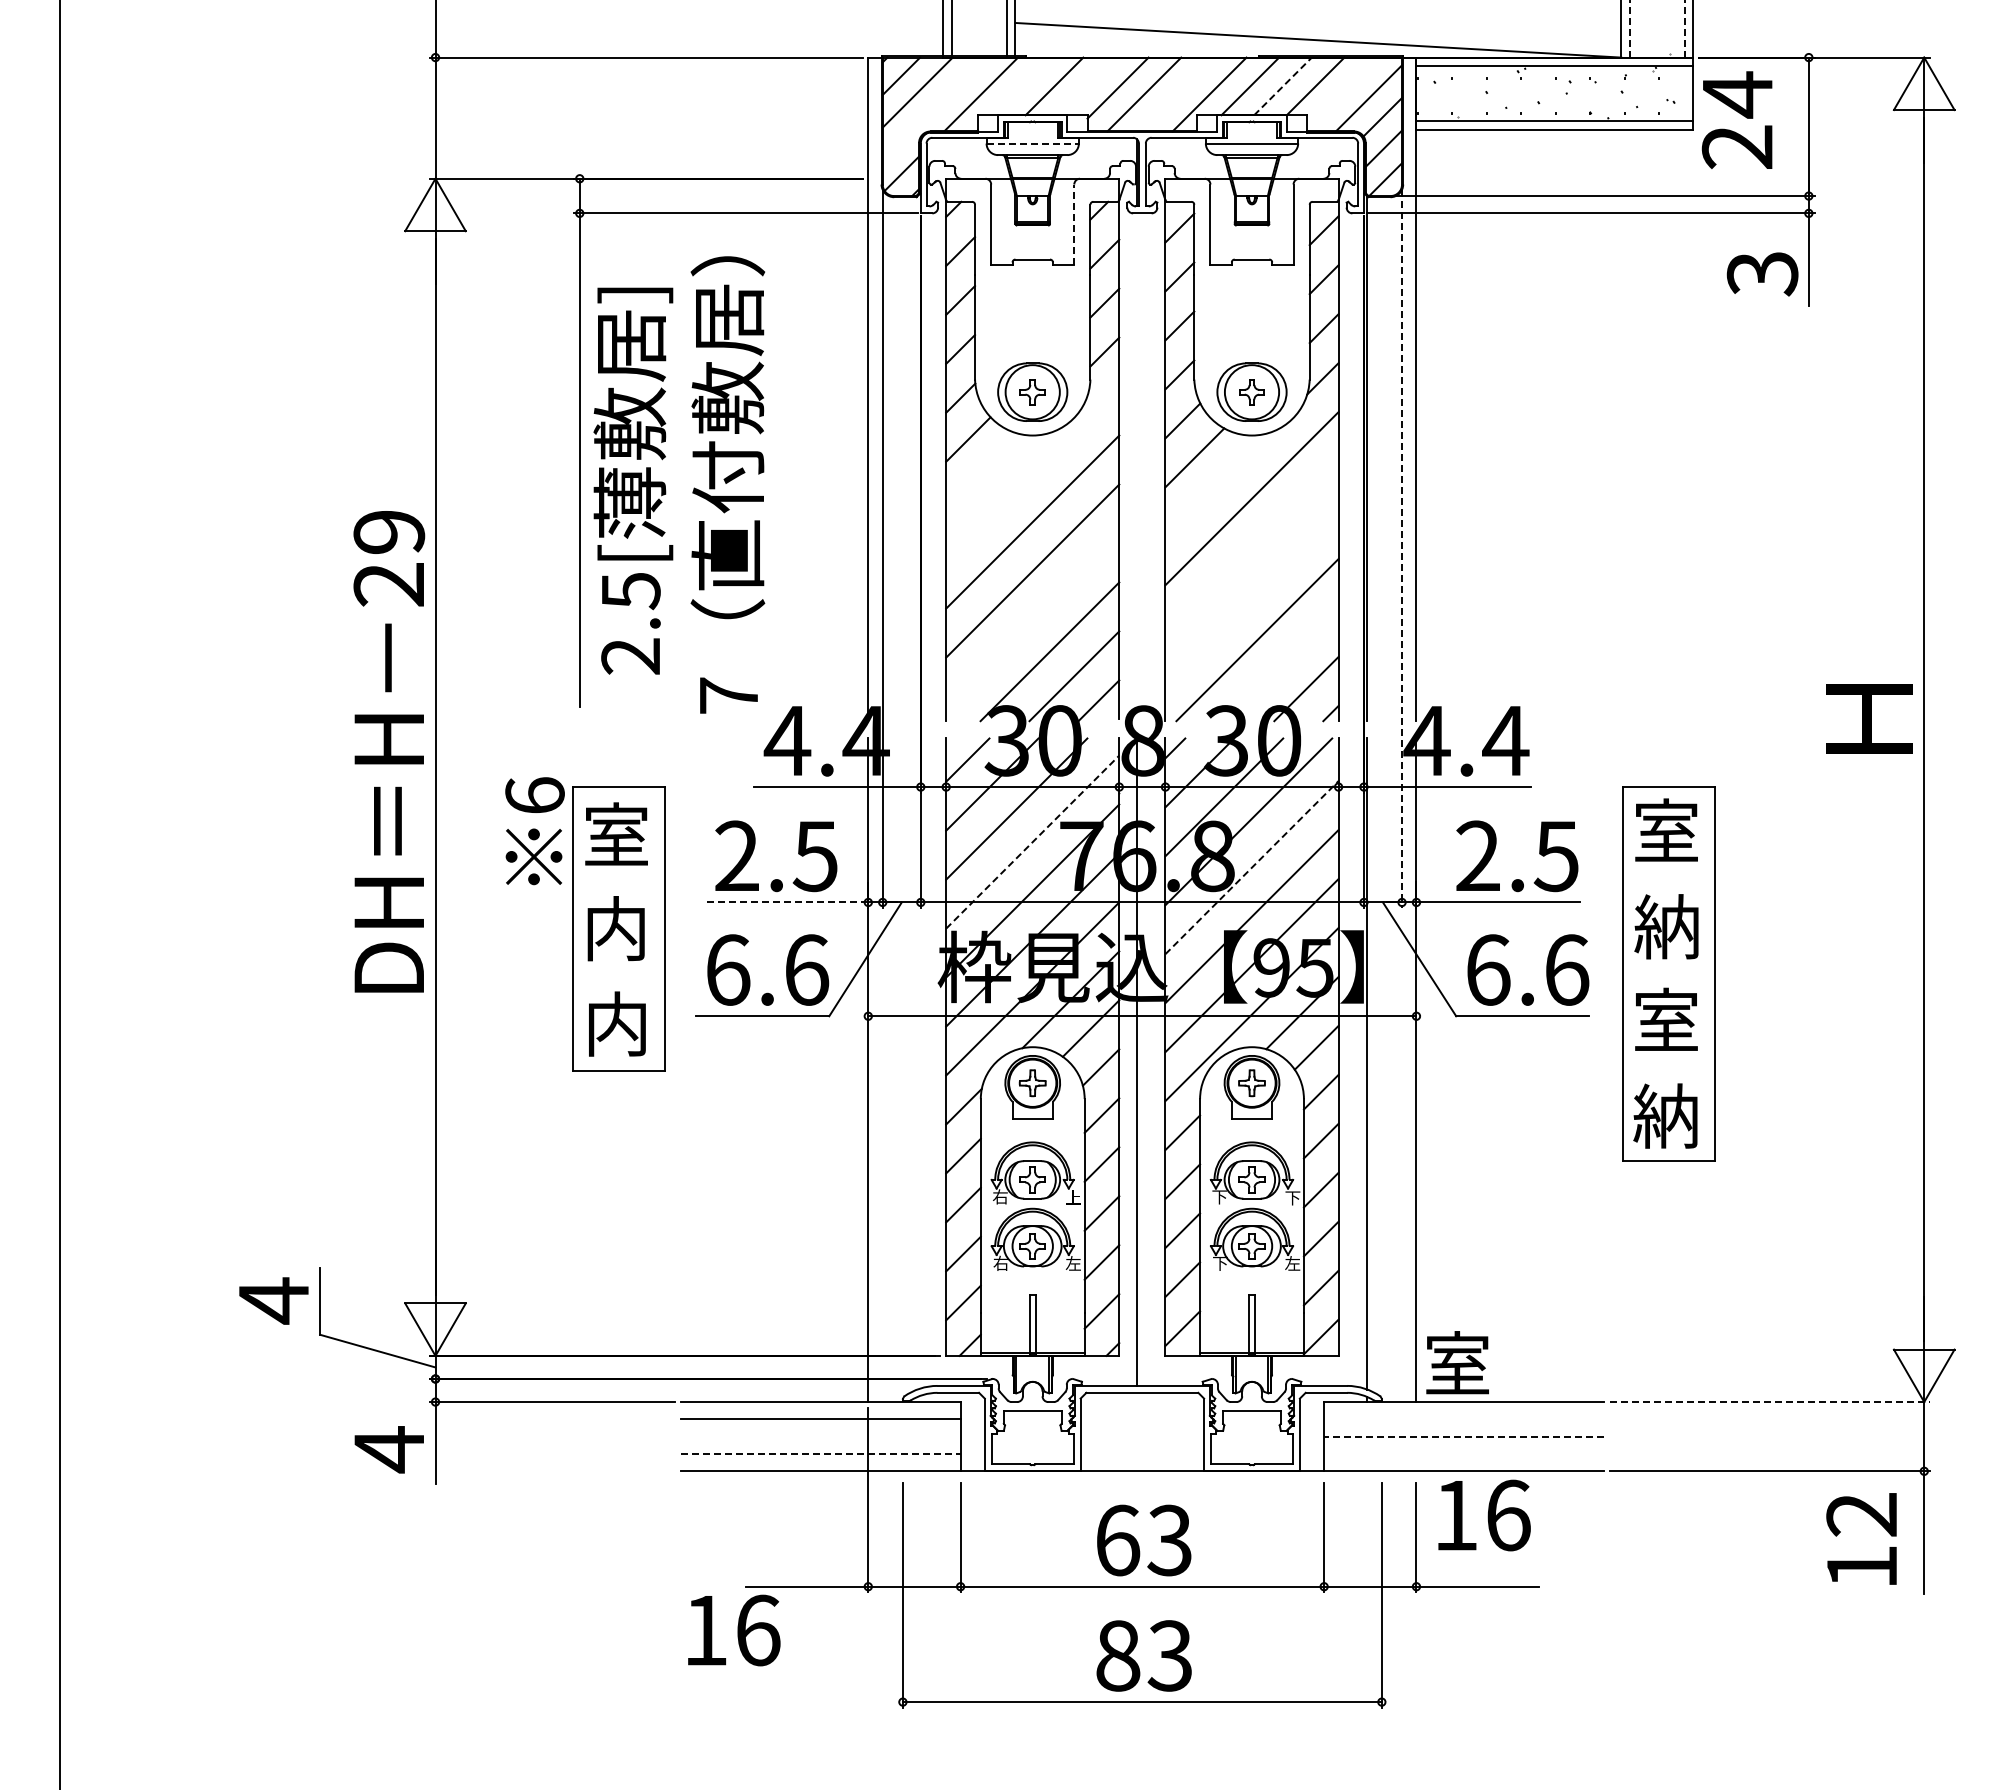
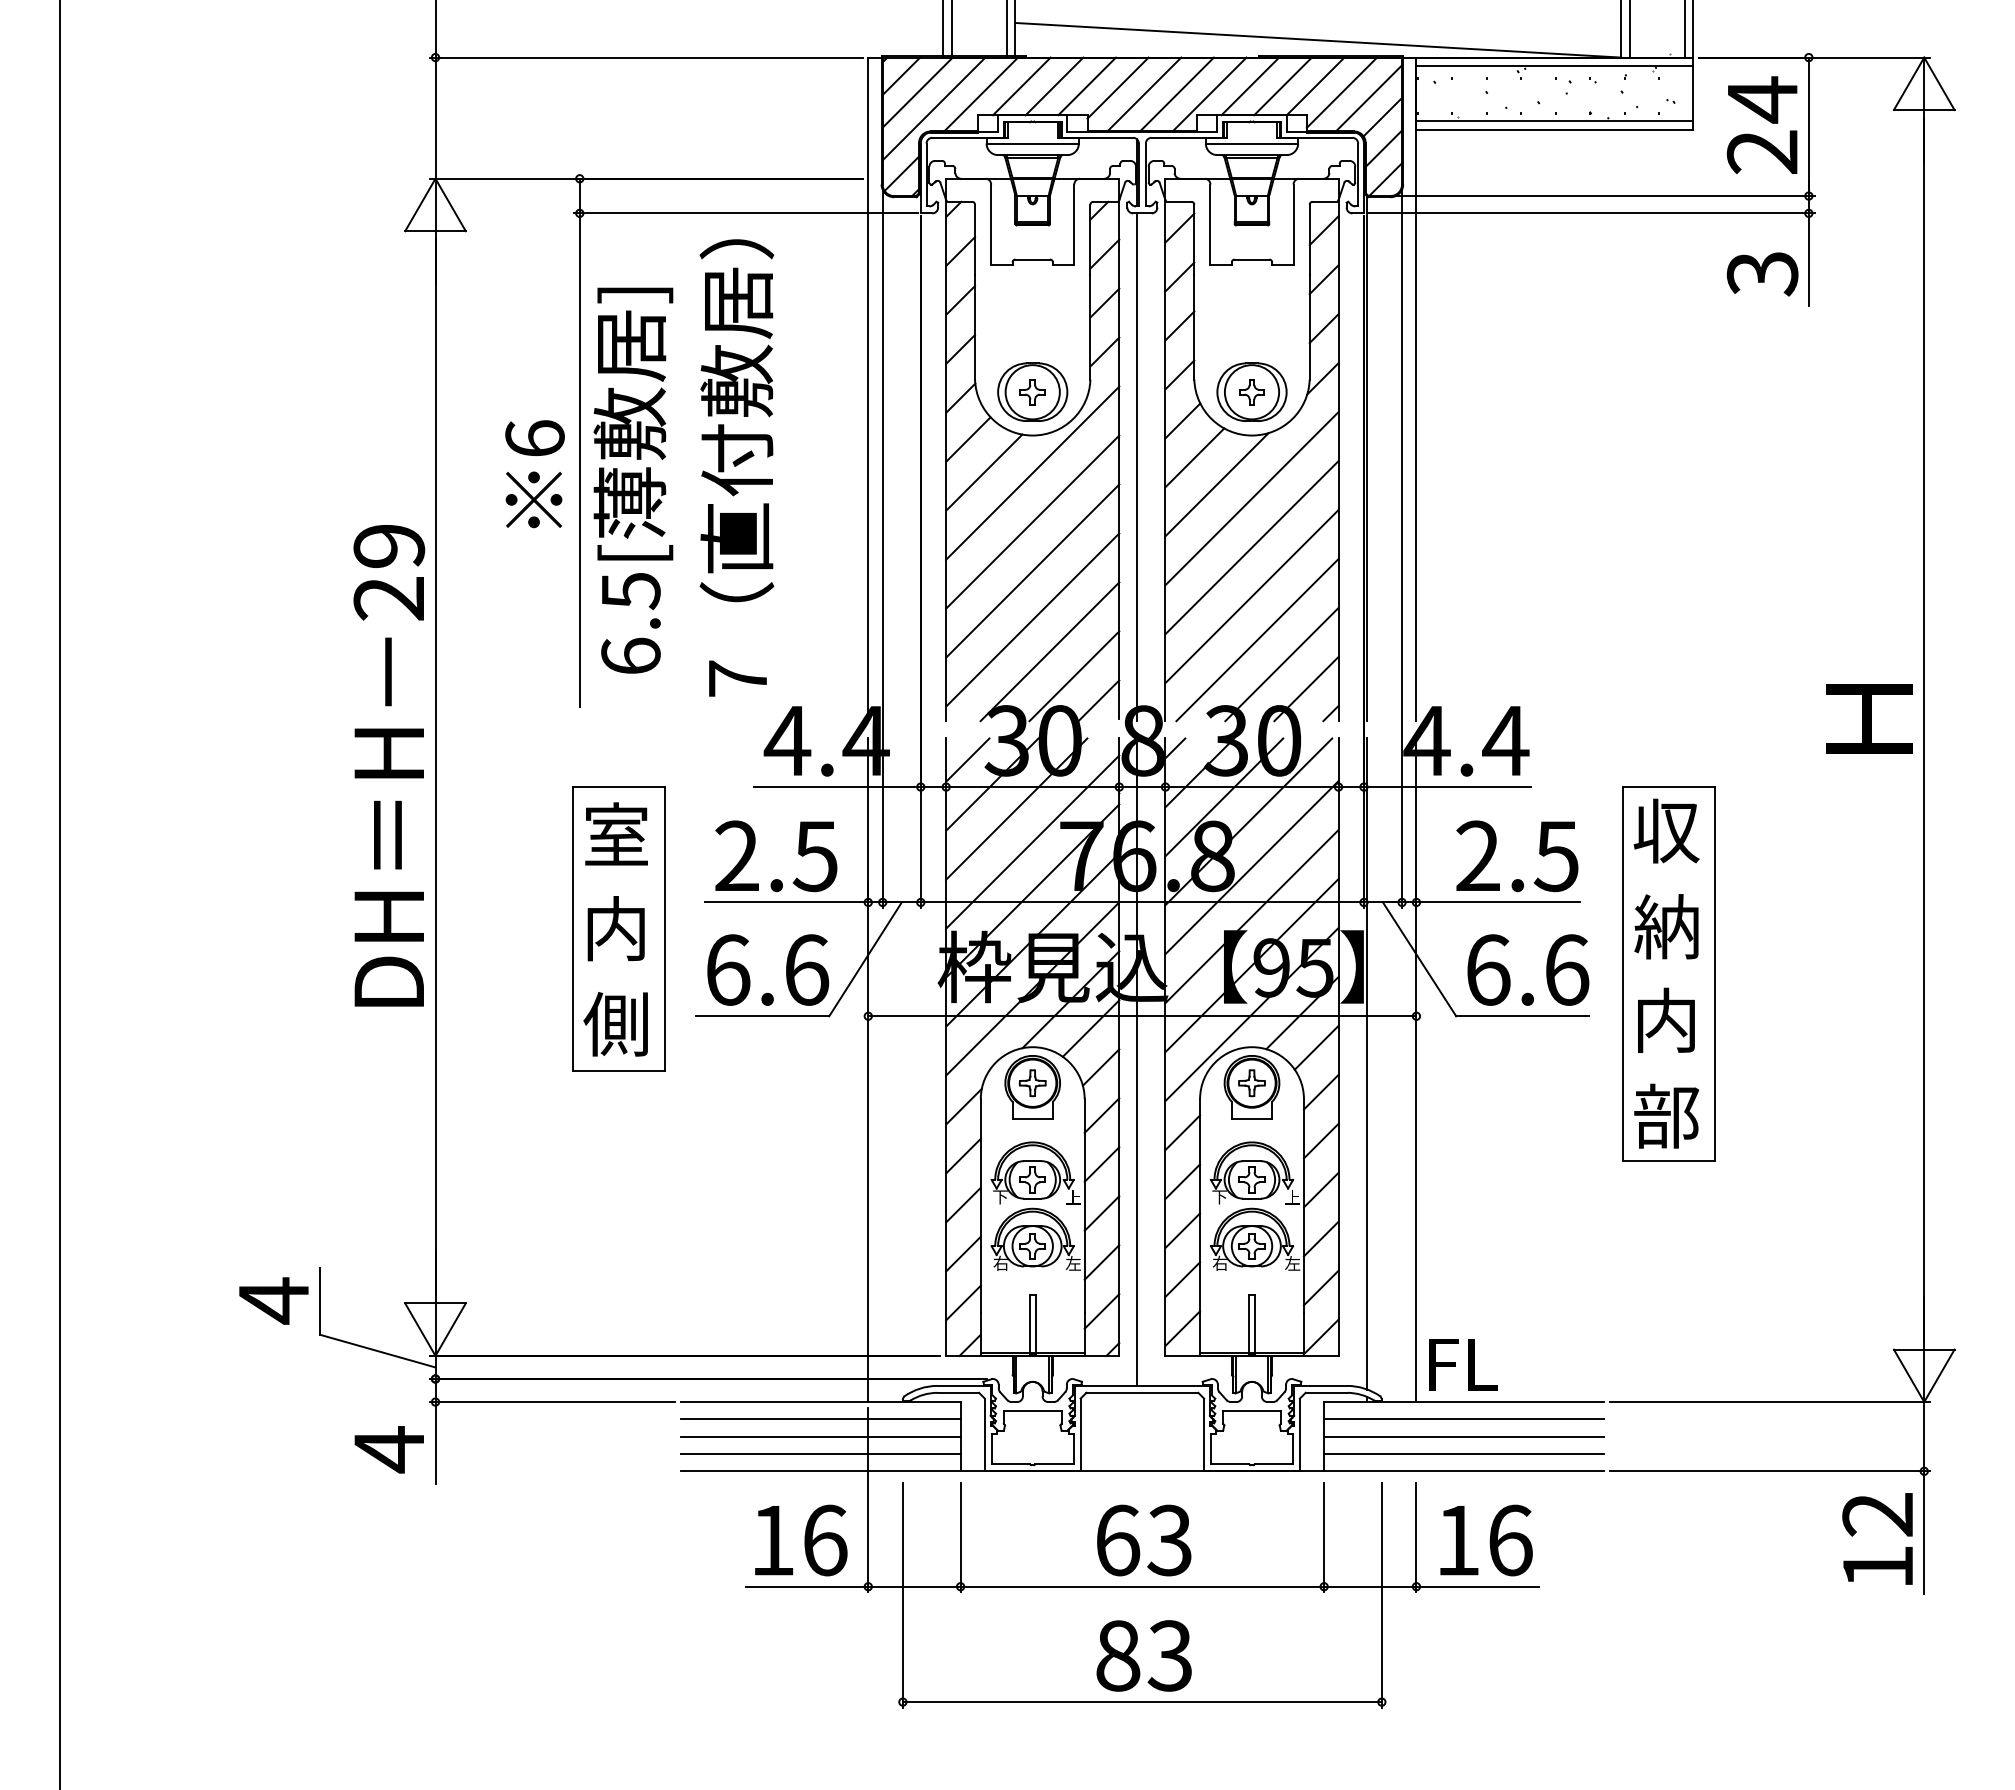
line at (1629, 28): dashed -> solid
line at (1684, 29): dashed -> solid
line at (1021, 86): none -> present
line at (1087, 86): none -> present
line at (1283, 86): dashed -> solid
line at (1341, 92): none -> present
line at (1176, 94): none -> present
line at (933, 108): none -> present
text at (1736, 119) position: (1736, 119) -> (1761, 124)
line at (1033, 143): dashed -> solid
line at (1074, 224): dashed -> solid
line at (1136, 467): none -> present
line at (984, 472): none -> present
line at (1032, 472): none -> present
text at (727, 484) position: (727, 484) -> (736, 467)
line at (1216, 484): none -> present
line at (1251, 547): none -> present
line at (1402, 549): dashed -> solid
line at (1251, 596): none -> present
line at (1032, 619): none -> present
text at (630, 655): 2.5[ -> 6.5[
line at (1281, 664): none -> present
text at (389, 751) position: (389, 751) -> (389, 765)
text at (1666, 830): 室 -> 収
text at (534, 831) position: (534, 831) -> (534, 474)
line at (1033, 841): dashed -> solid
line at (1252, 867): dashed -> solid
line at (786, 902): dashed -> solid
text at (1666, 1020): 室 -> 内
text at (615, 1023): 内 -> 側
text at (1666, 1115): 納 -> 部
text at (1000, 1196): 右 -> 下
text at (1292, 1197): 下 -> 上
text at (1219, 1262): 下 -> 右
text at (1461, 1362): 室 -> FL
line at (1770, 1402): dashed -> solid
line at (1464, 1419): none -> present
line at (820, 1436): none -> present
line at (1464, 1436): dashed -> solid
line at (820, 1454): dashed -> solid
line at (1464, 1454): none -> present
text at (1484, 1515) position: (1484, 1515) -> (1486, 1540)
text at (1861, 1538) position: (1861, 1538) -> (1877, 1538)
text at (734, 1630) position: (734, 1630) -> (801, 1540)
